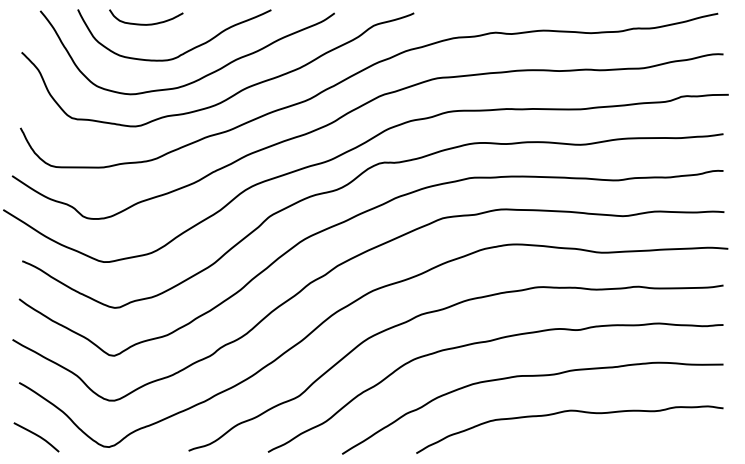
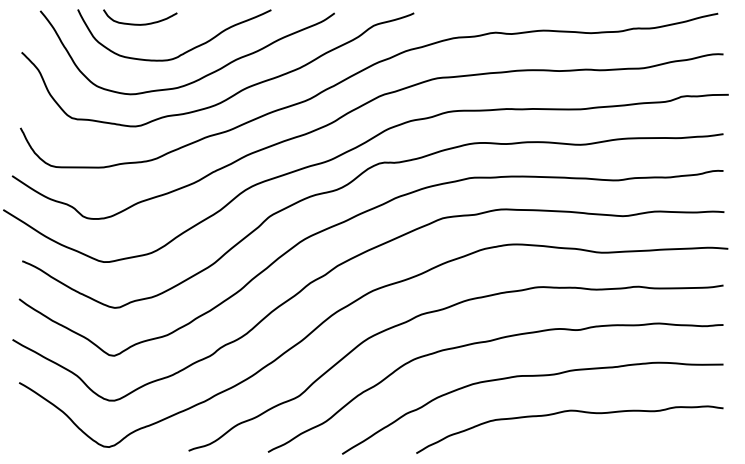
curve at (147, 23) position: (147, 23) -> (141, 23)
curve at (37, 436): present -> none
